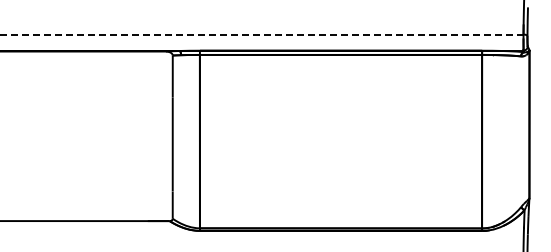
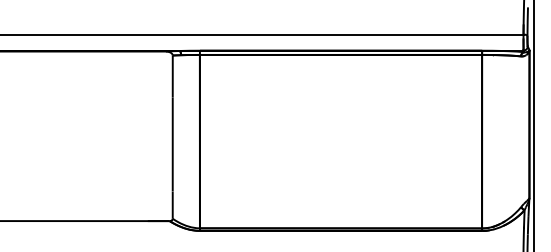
line at (261, 34): dashed -> solid
line at (534, 125): none -> present
